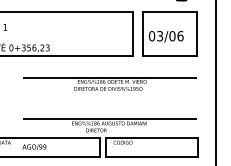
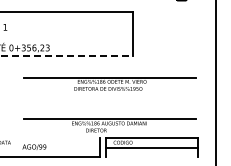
part at (169, 33): present -> none
line at (66, 56): solid -> dashed
line at (51, 137): present -> none
line at (152, 157) position: (152, 157) -> (152, 148)
